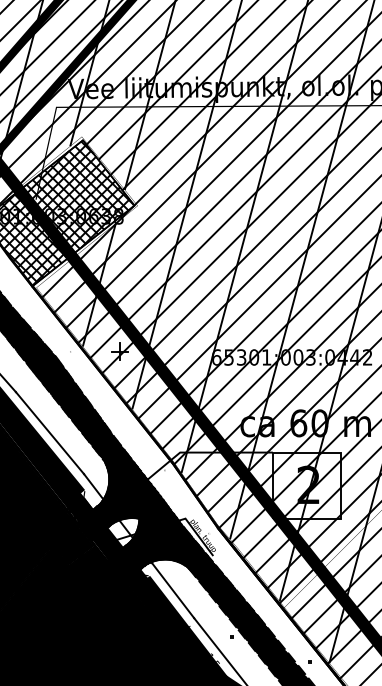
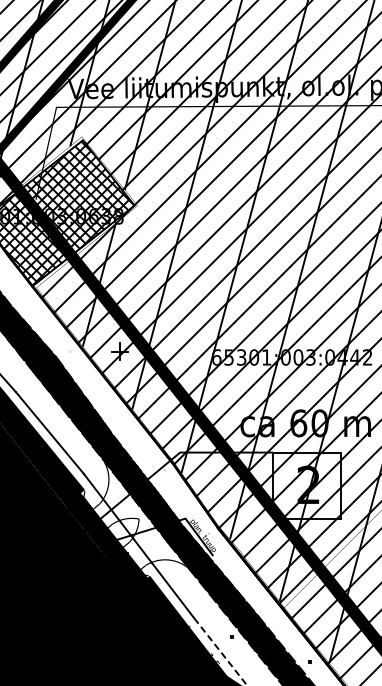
hatch at (132, 521): present -> none
line at (220, 651): solid -> dashed
